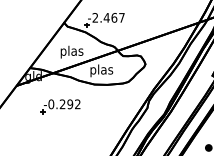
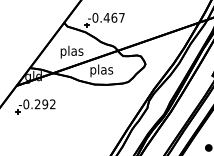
text at (95, 17): -2.467 -> -0.467
part at (60, 106) position: (60, 106) -> (35, 106)
